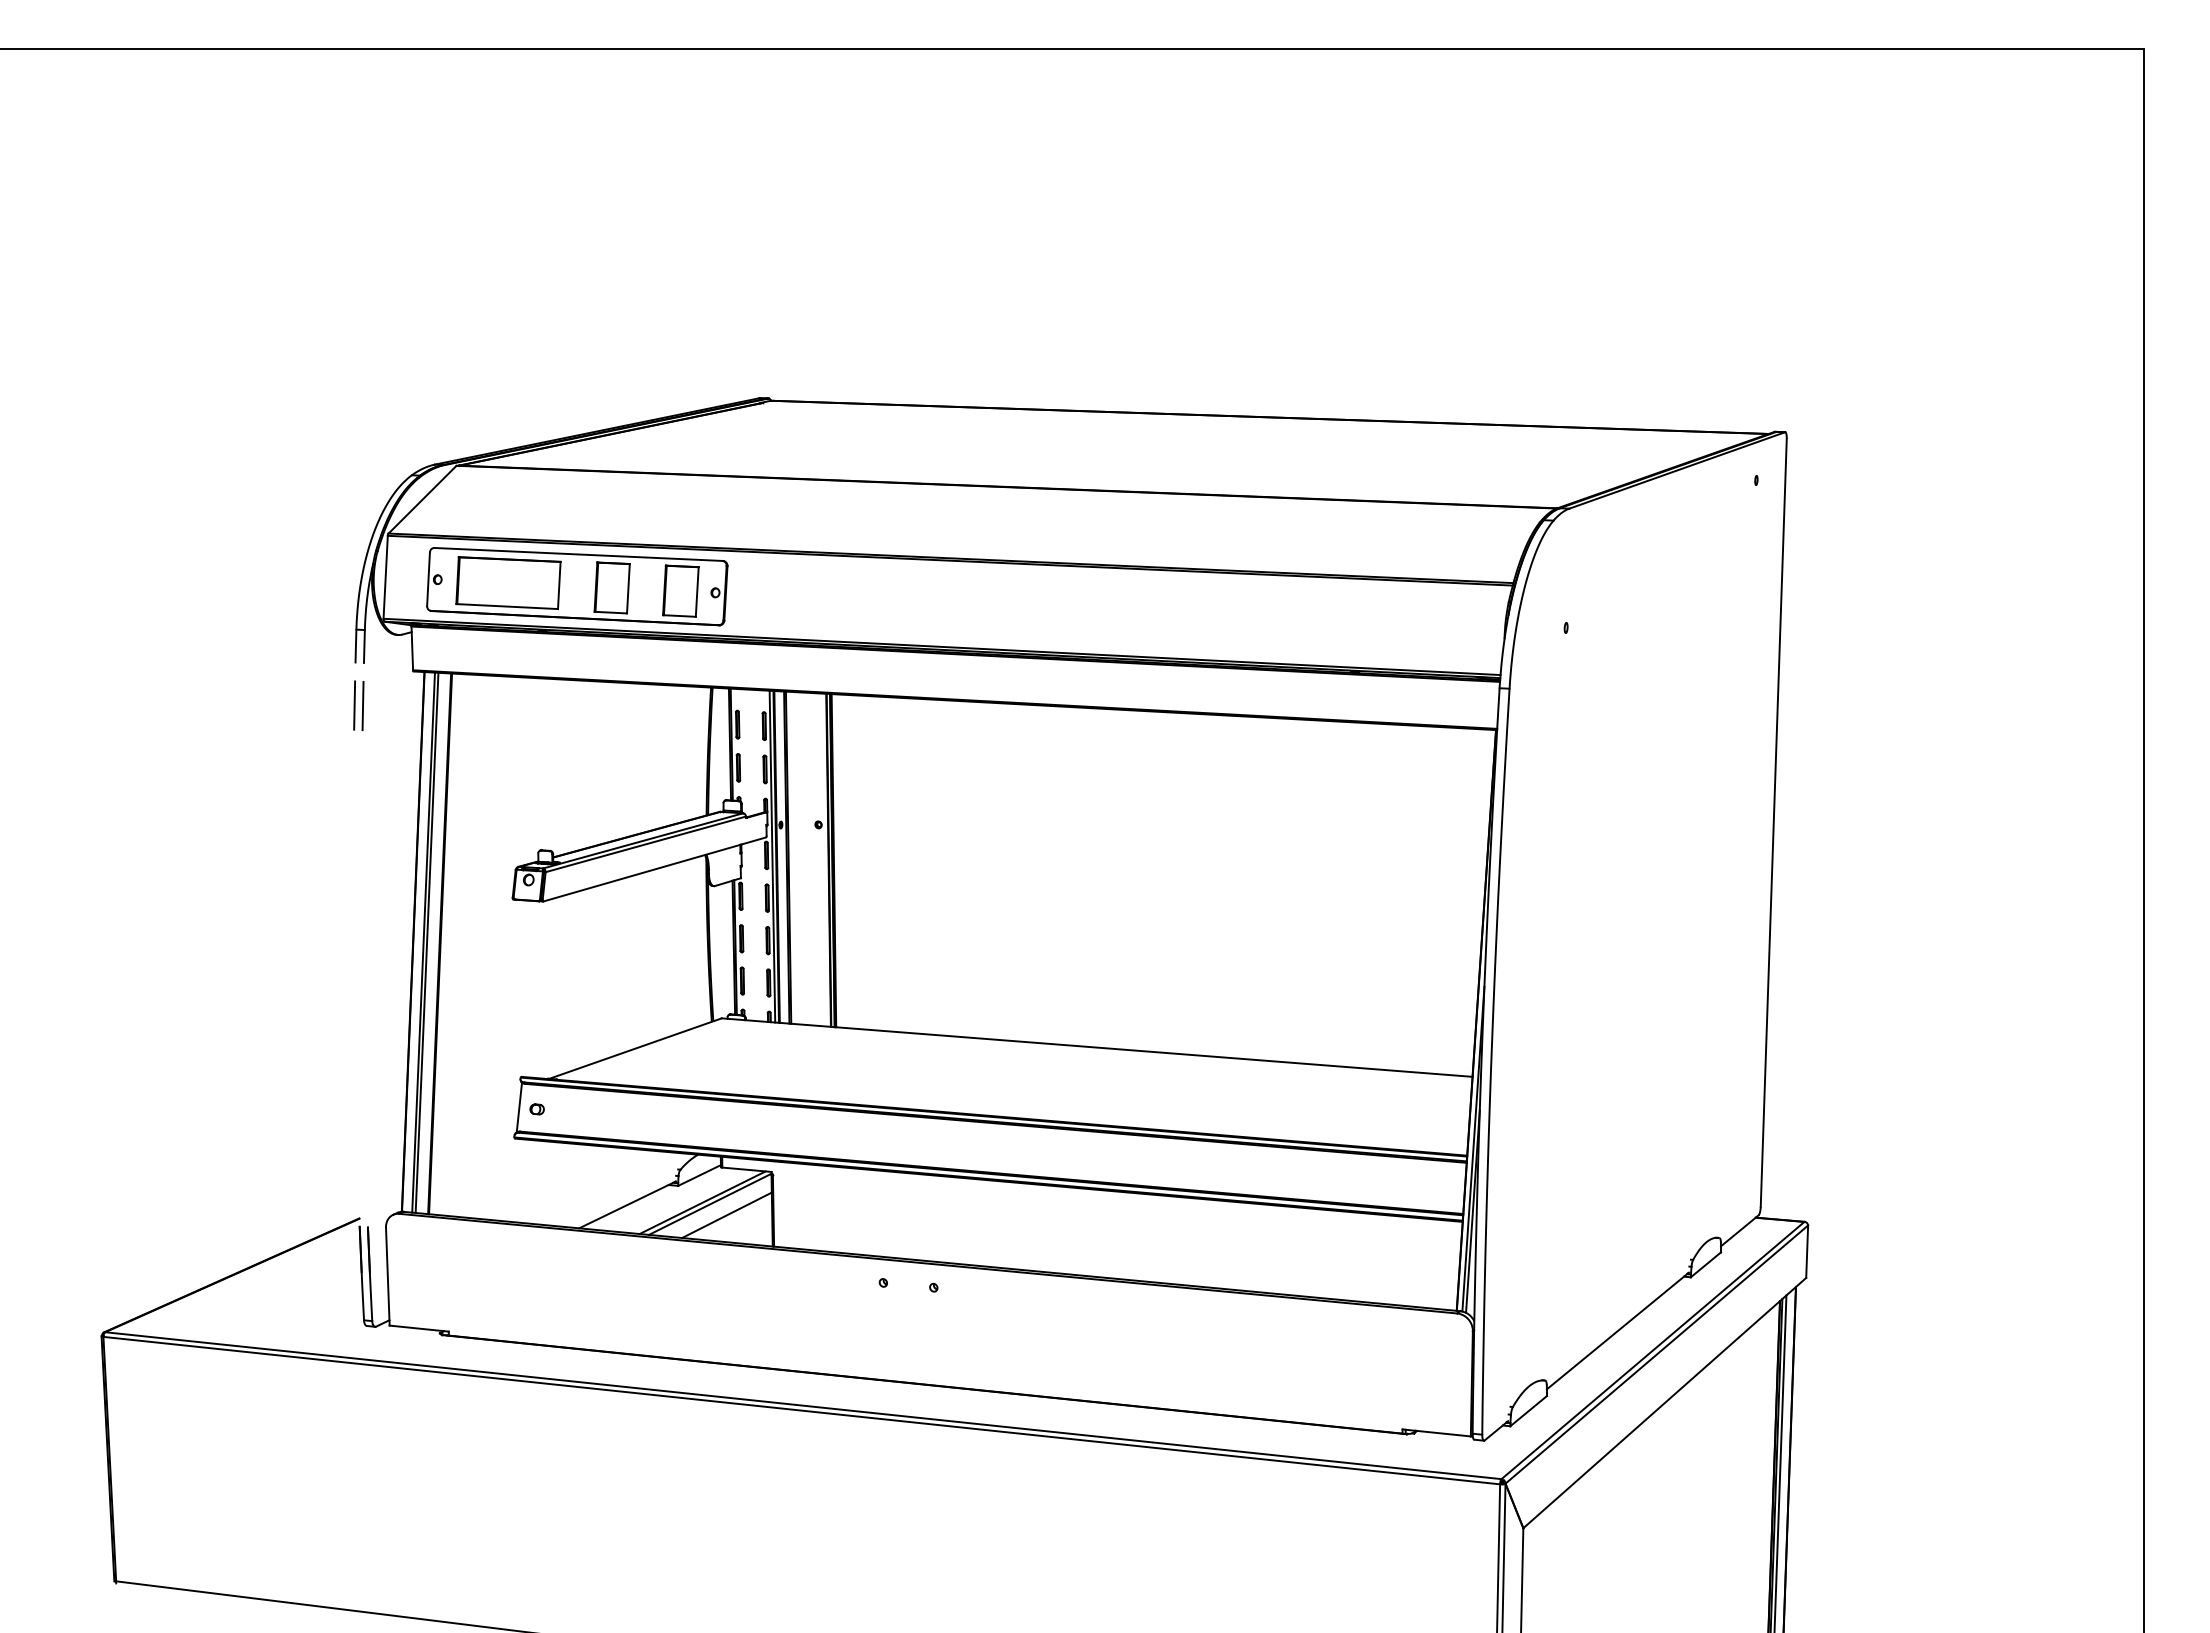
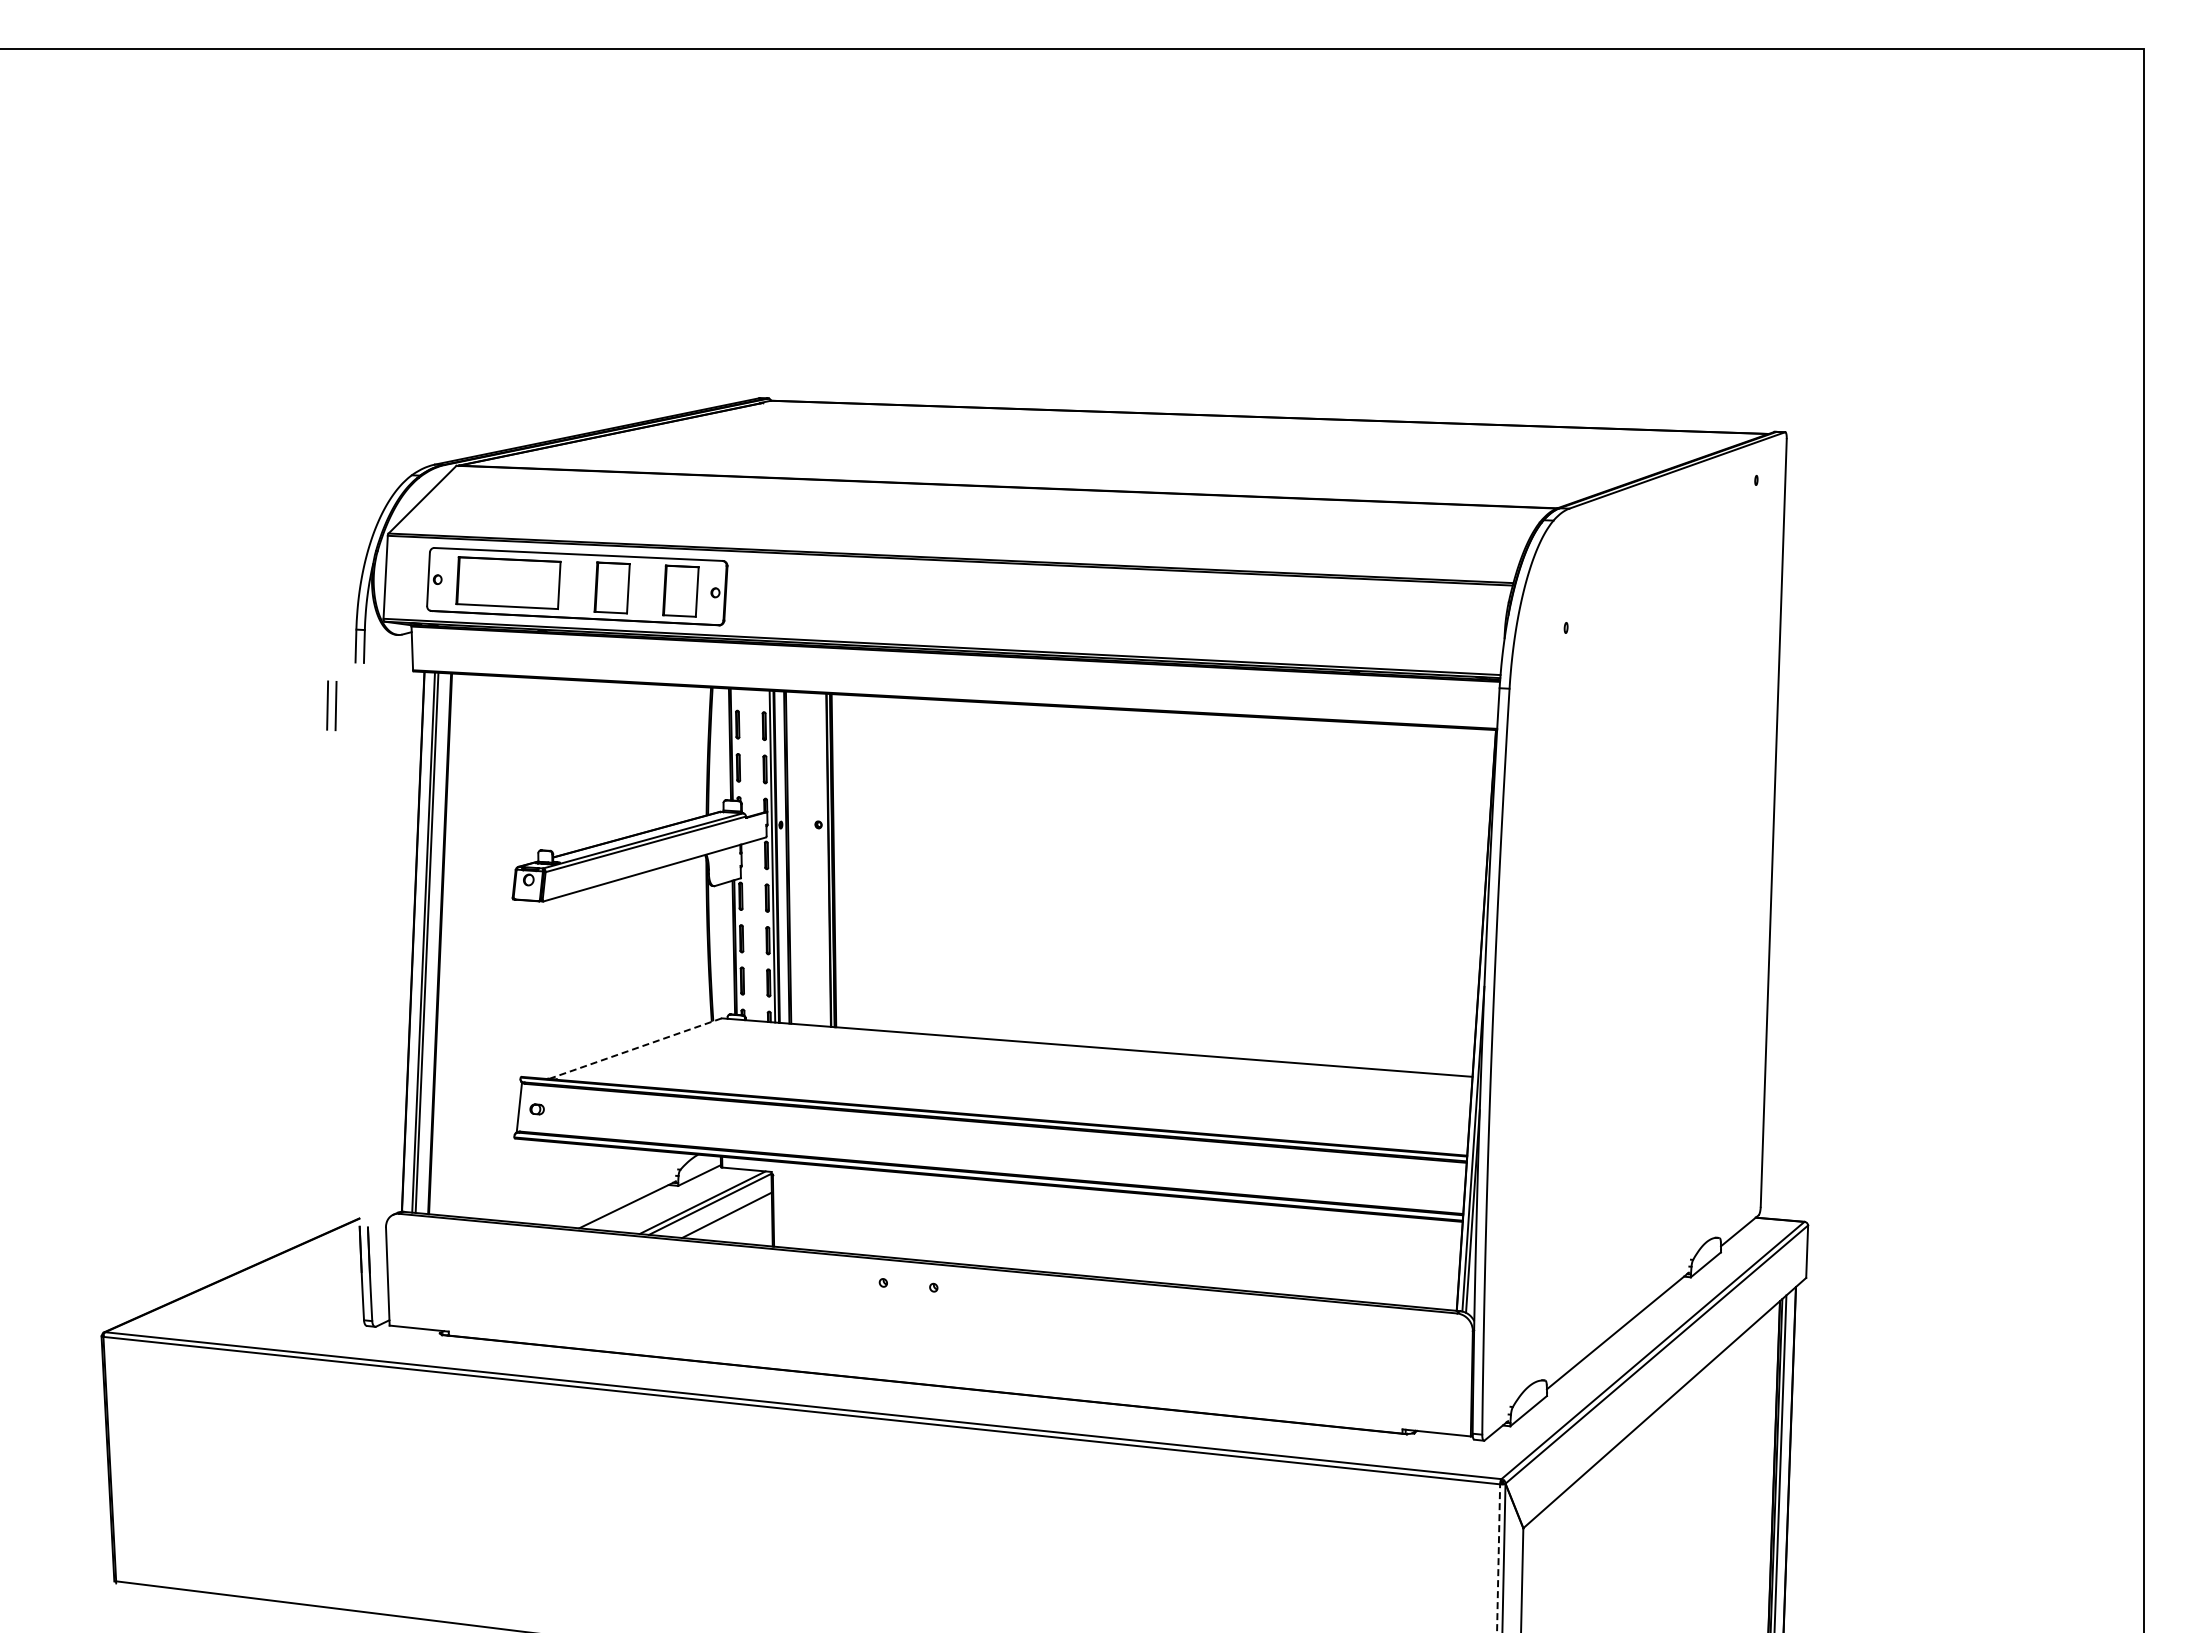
part at (358, 705) position: (358, 705) -> (331, 705)
line at (635, 1048): solid -> dashed
line at (1498, 1558): solid -> dashed
